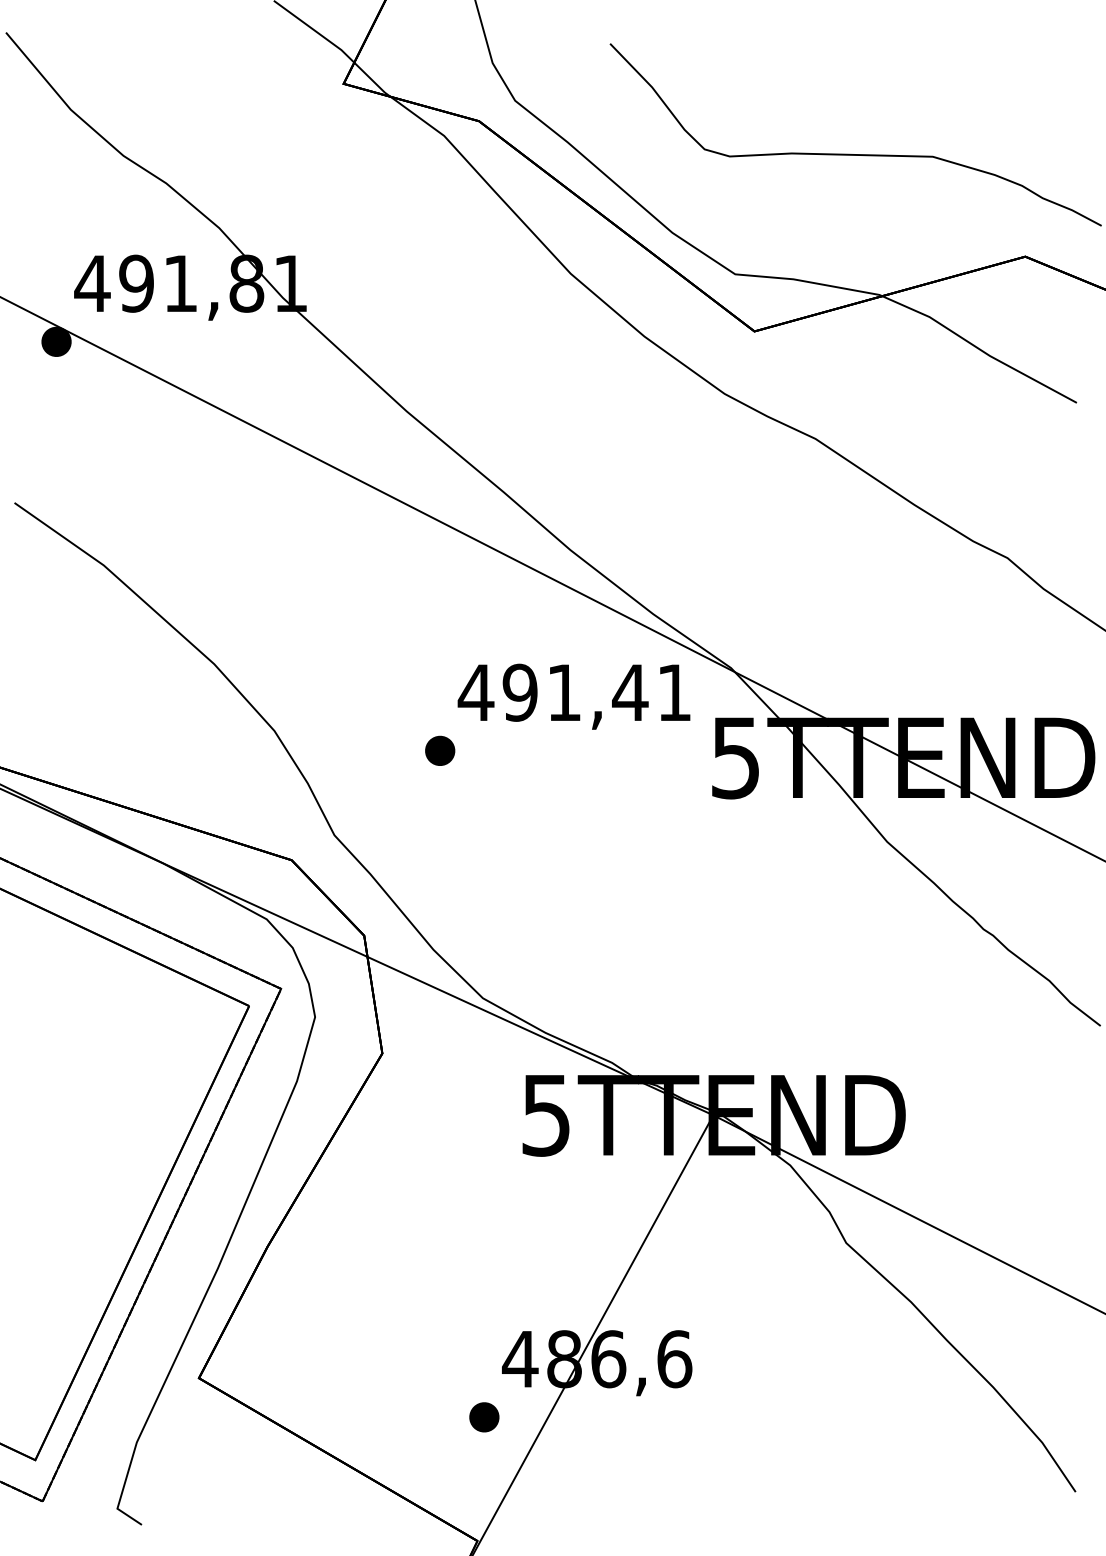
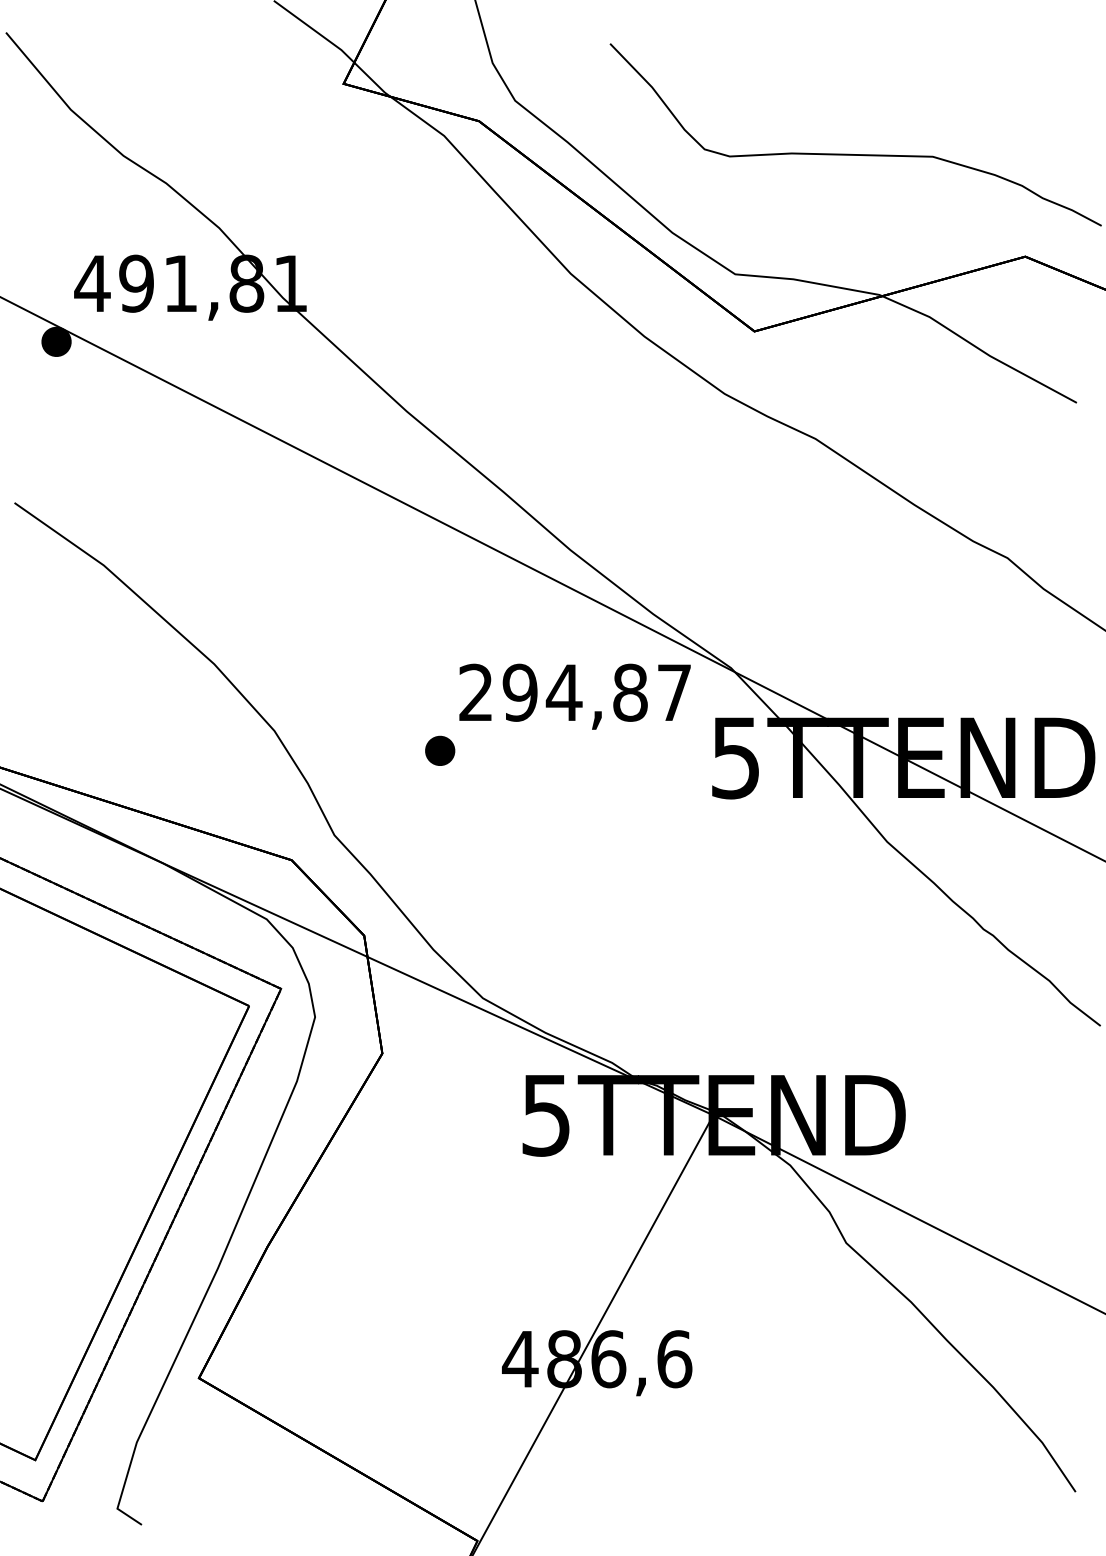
text at (573, 692): 491,41 -> 294,87
part at (484, 1417): present -> none
